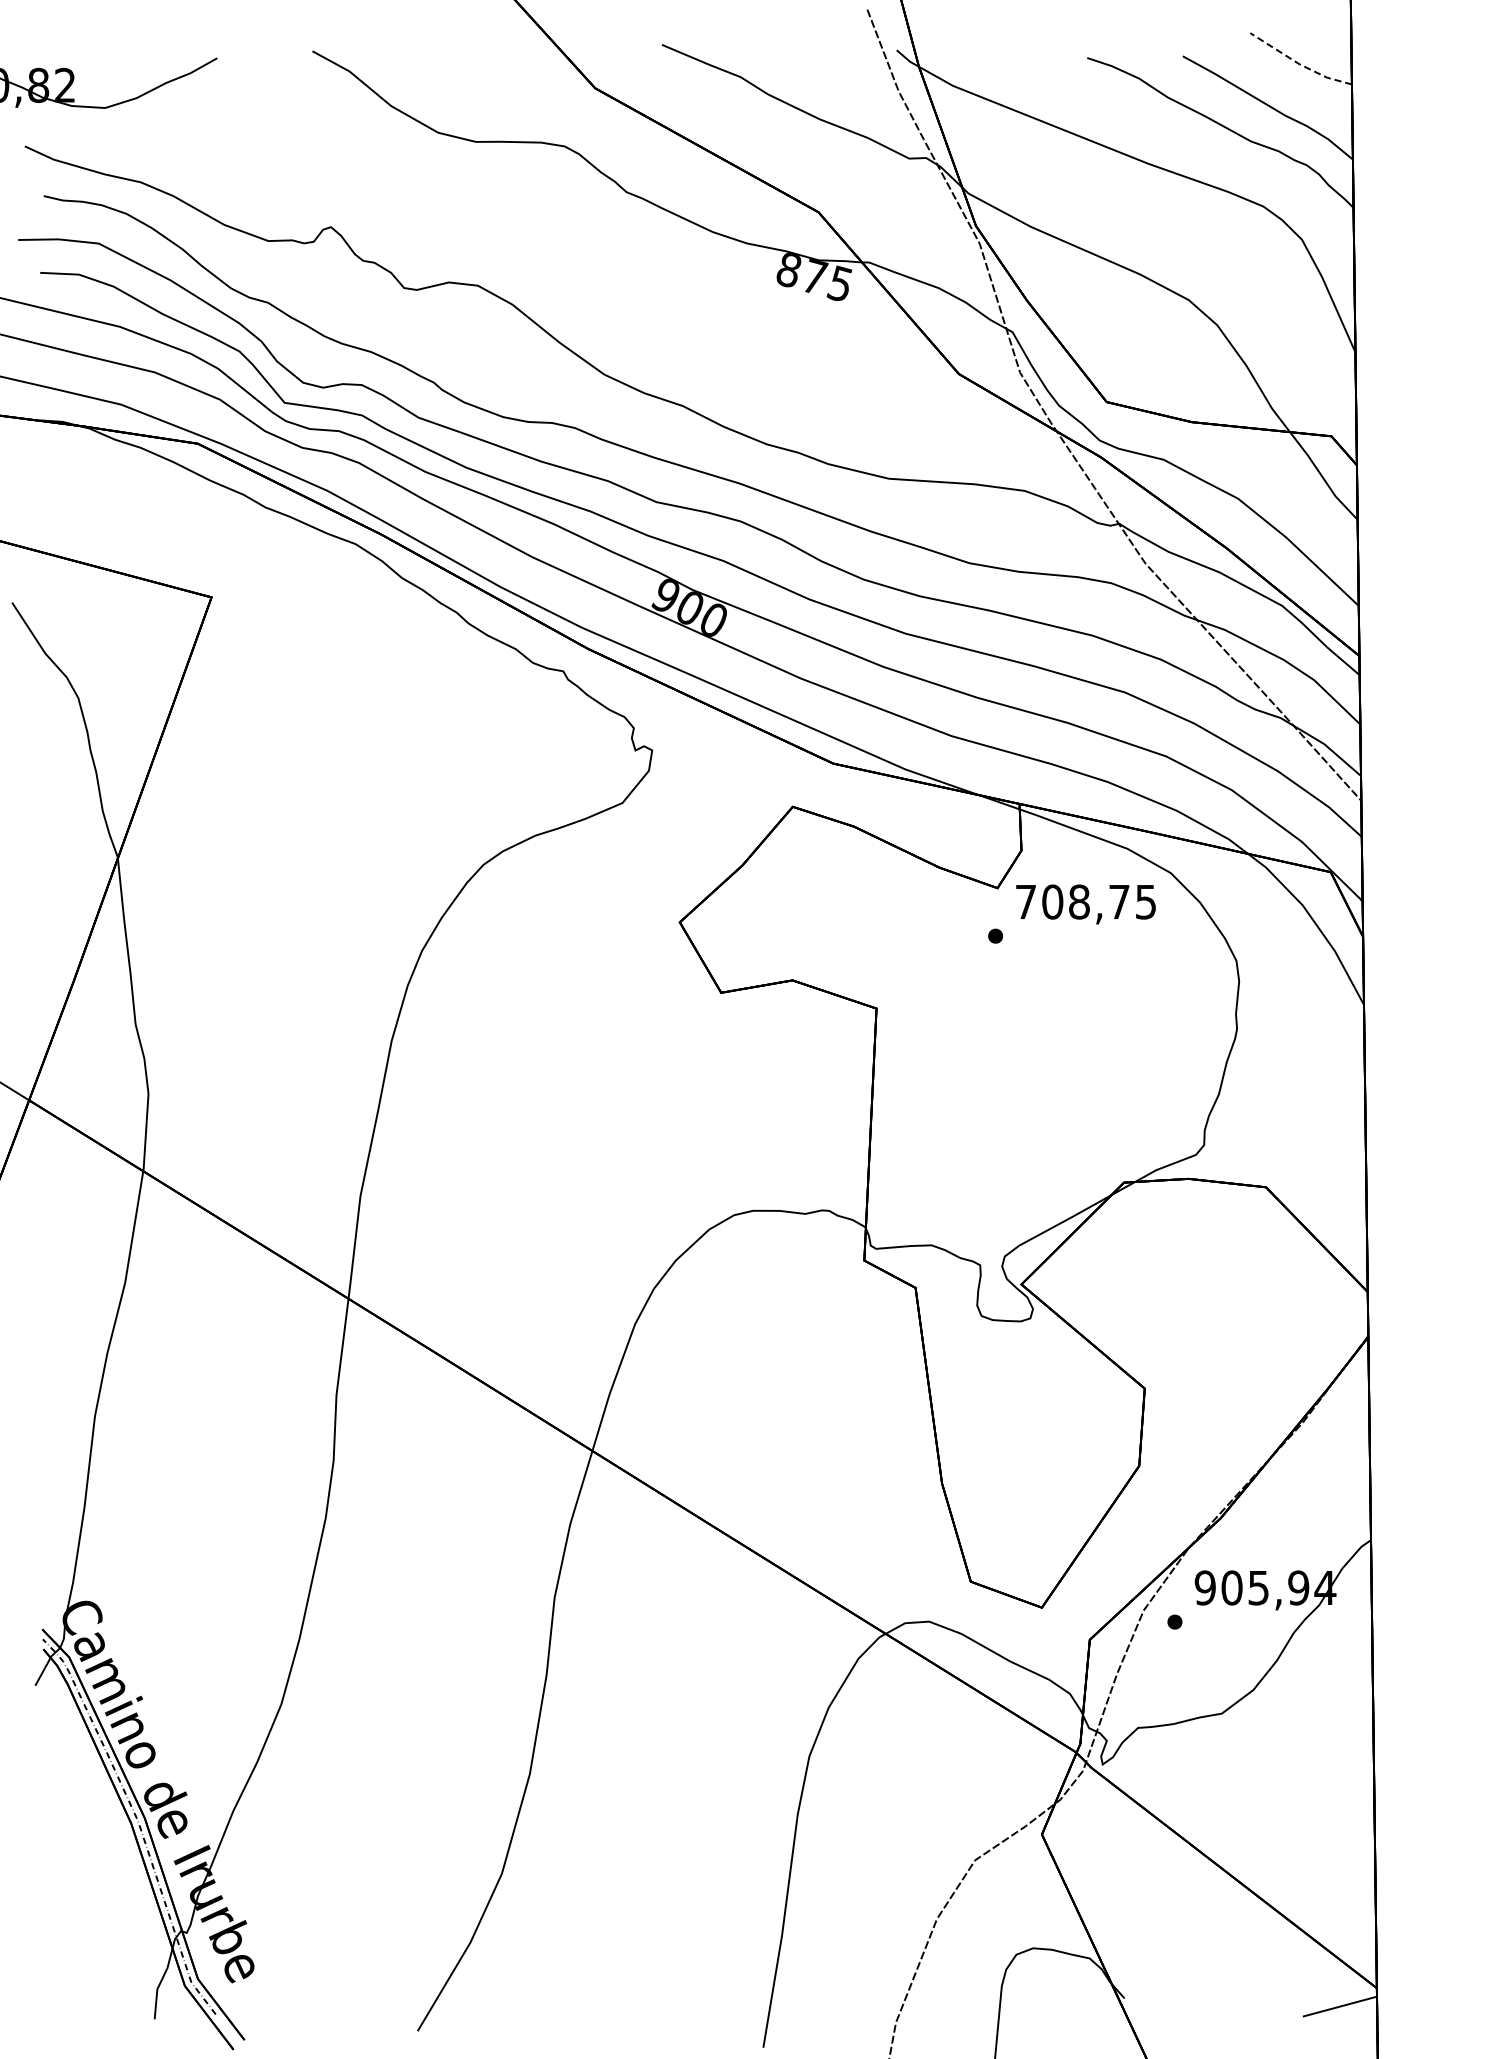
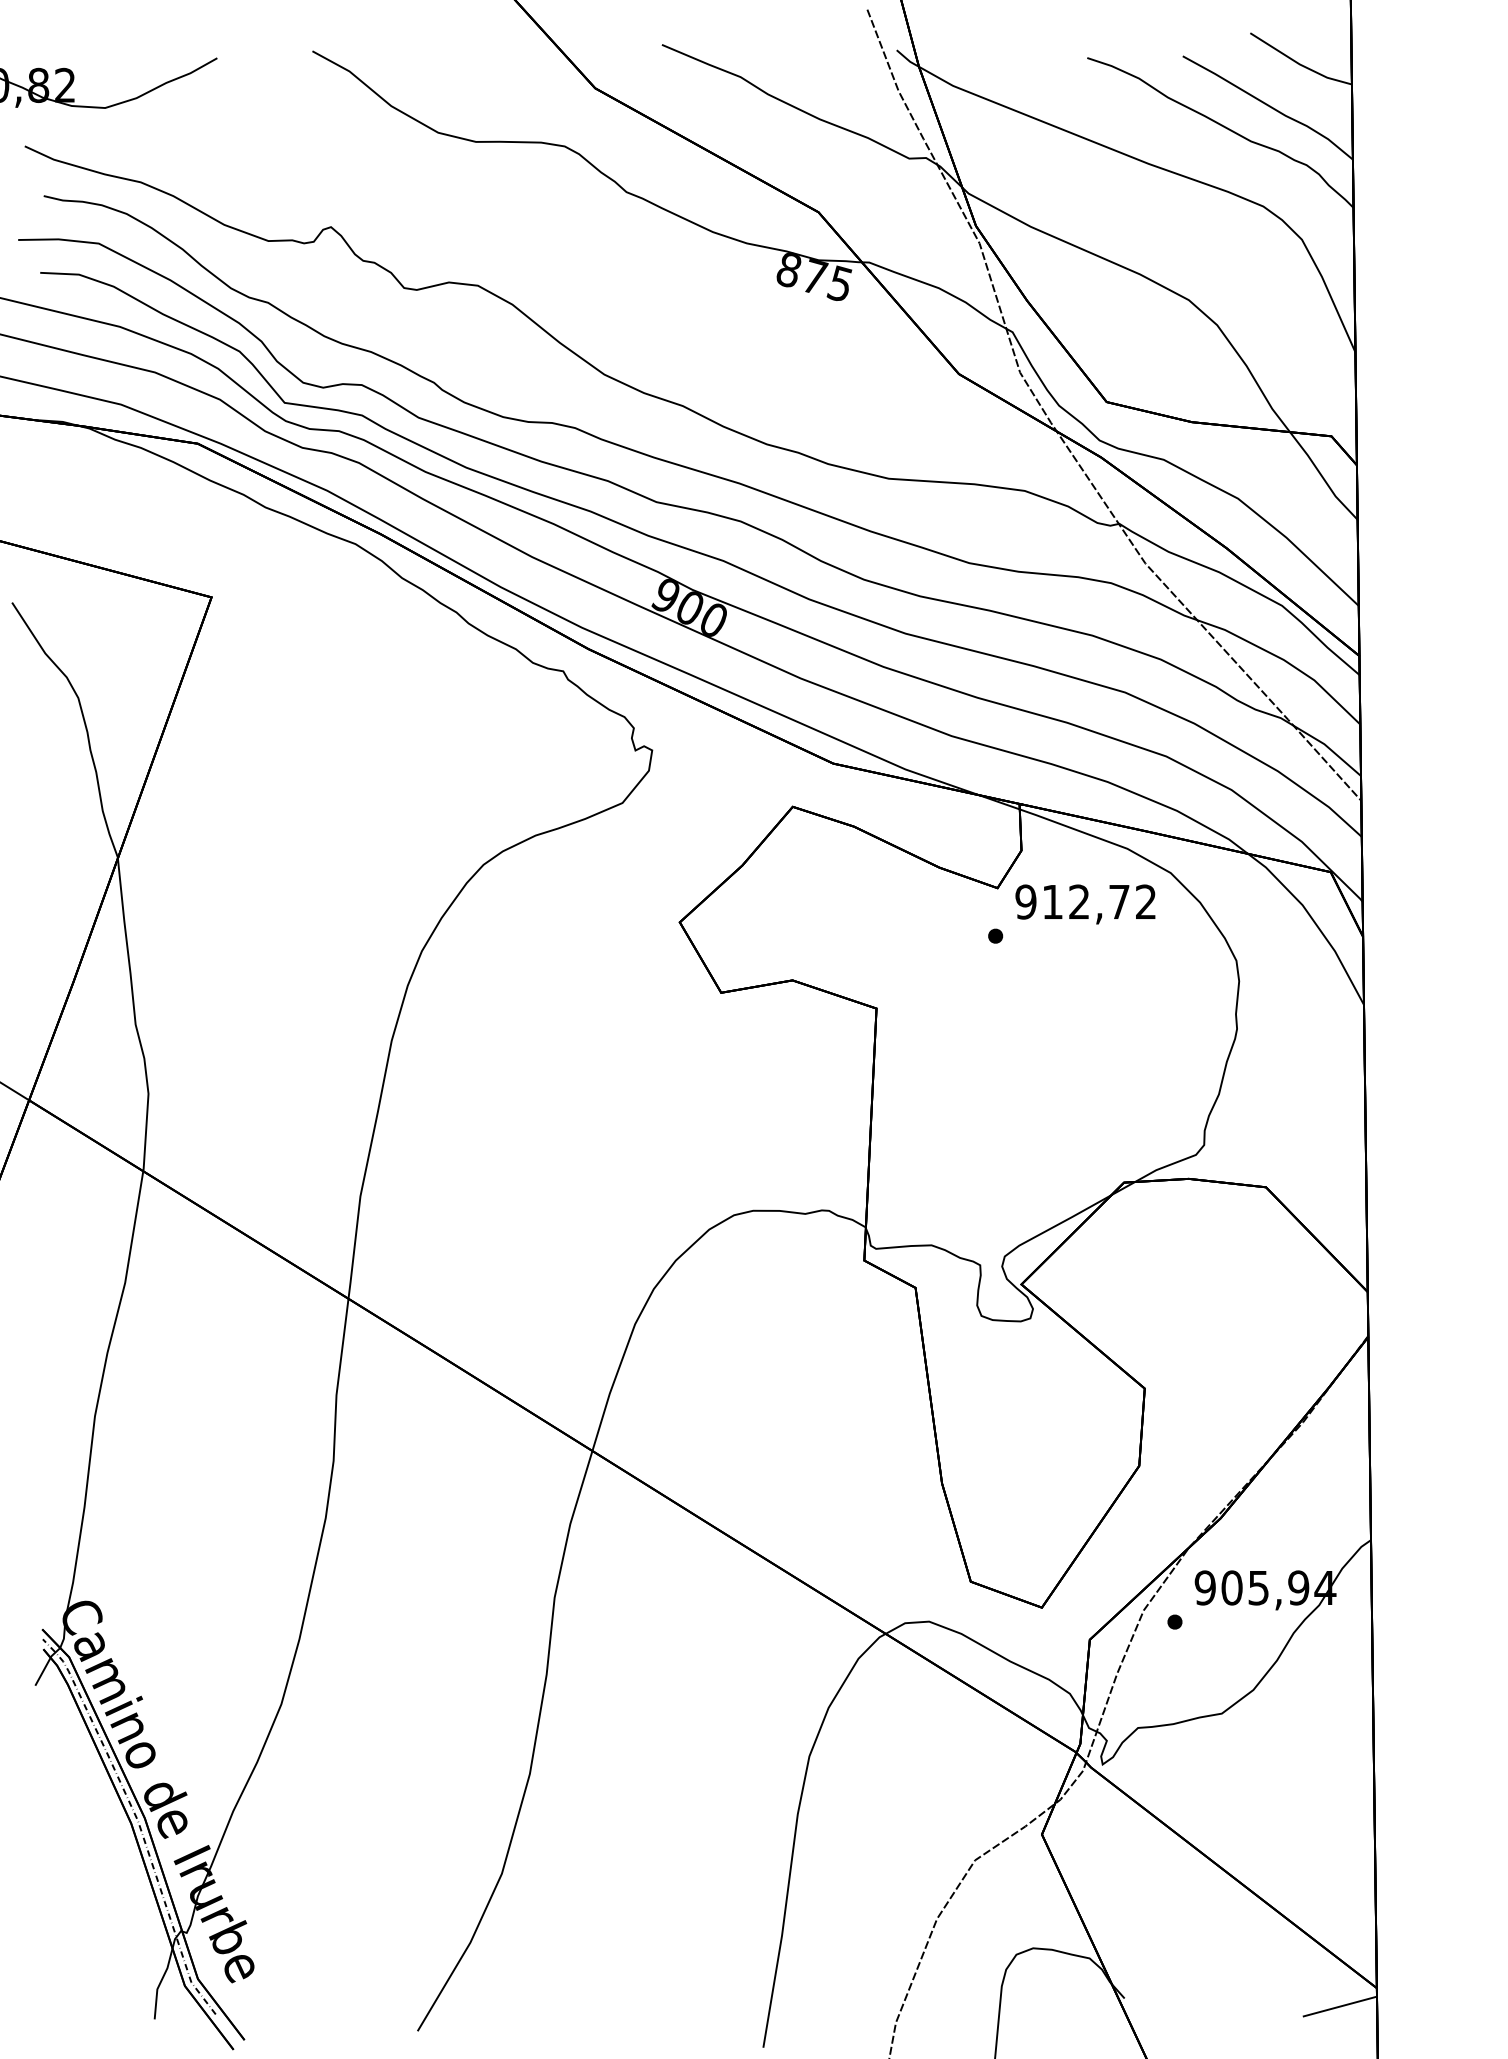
line at (1299, 64): dashed -> solid
text at (1085, 901): 708,75 -> 912,72
